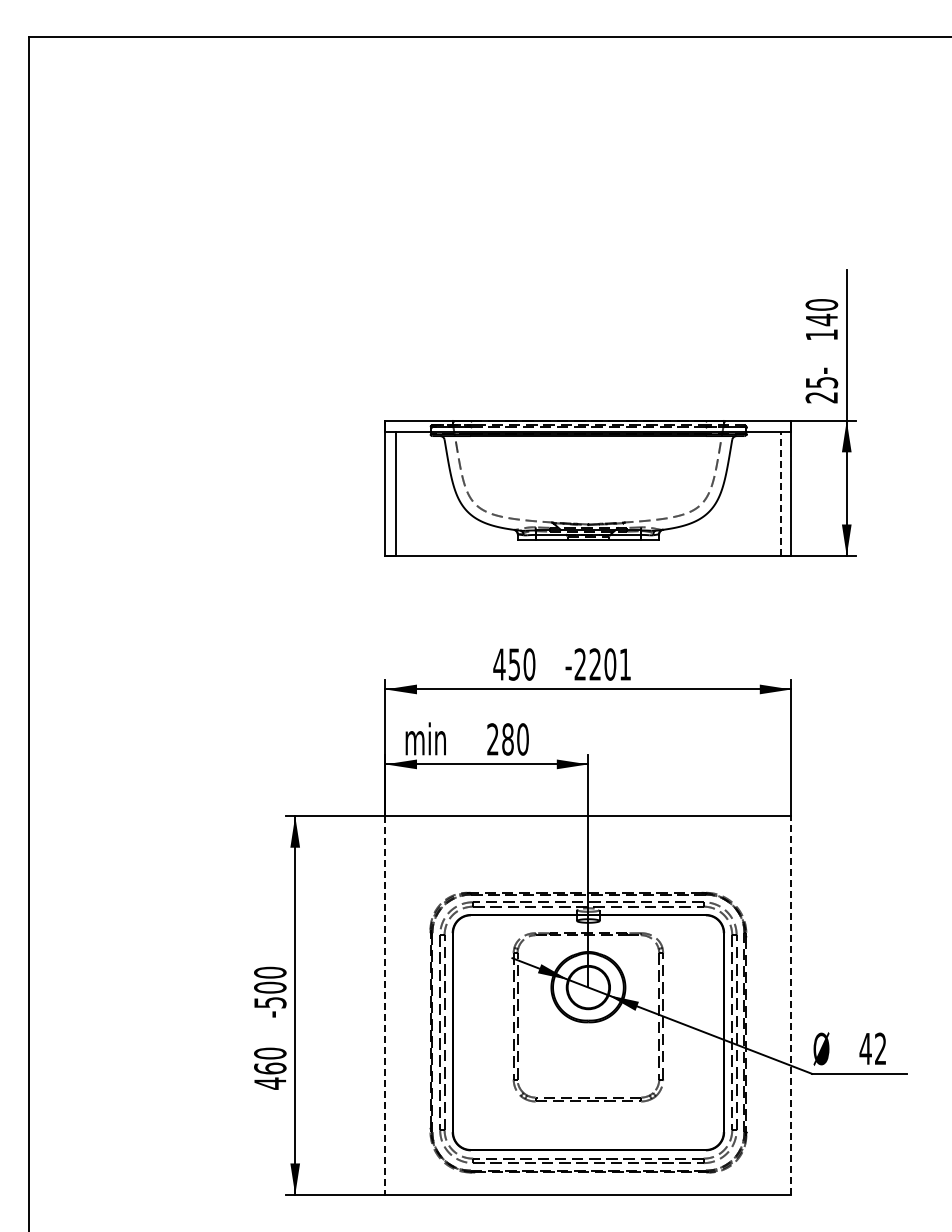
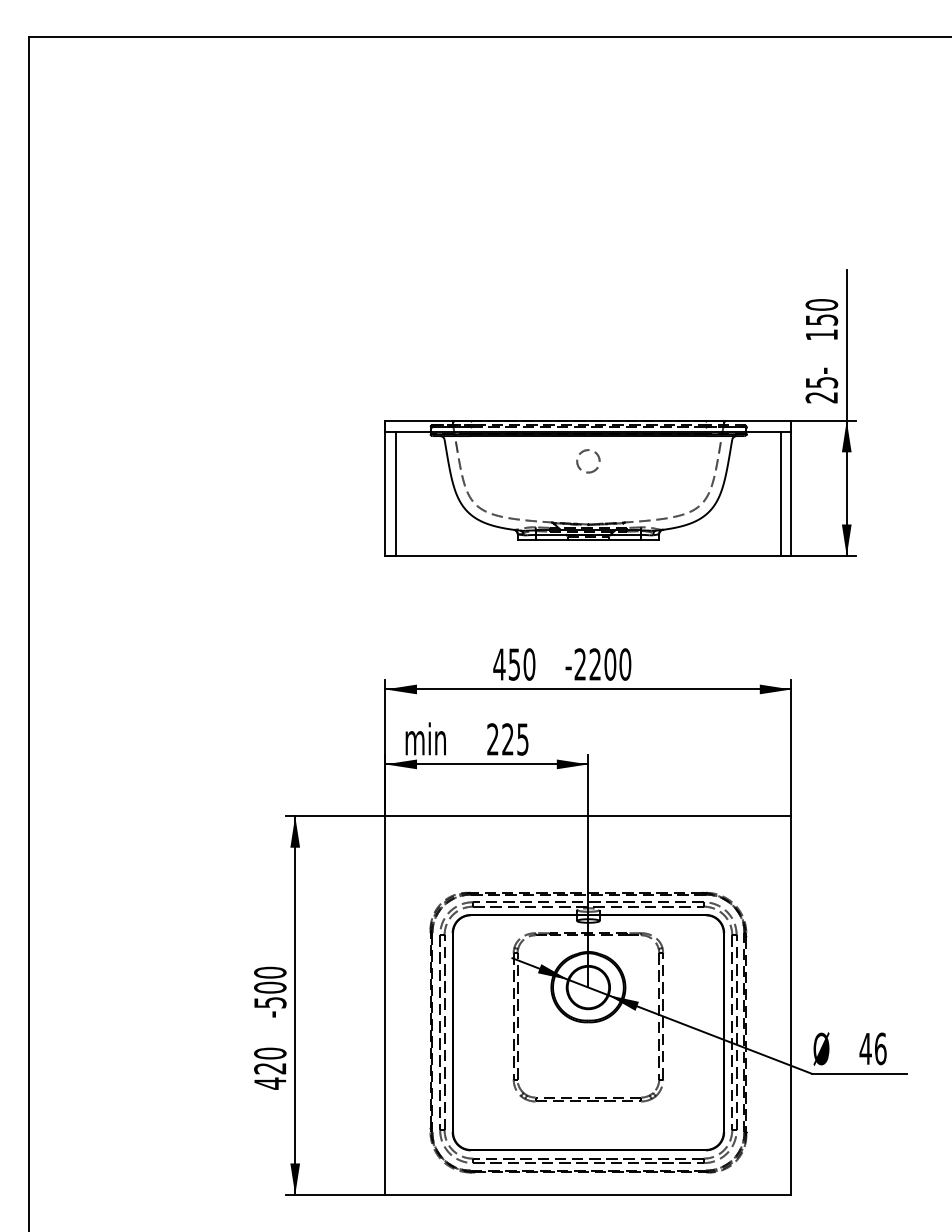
text at (822, 319): 140 -> 150
part at (592, 470): none -> present
line at (780, 493): dashed -> solid
text at (625, 664): -2201 -> -2200
text at (515, 739): 280 -> 225
line at (791, 1005): dashed -> solid
line at (385, 1006): dashed -> solid
text at (880, 1048): 42 -> 46
text at (270, 1068): 460 -> 420
